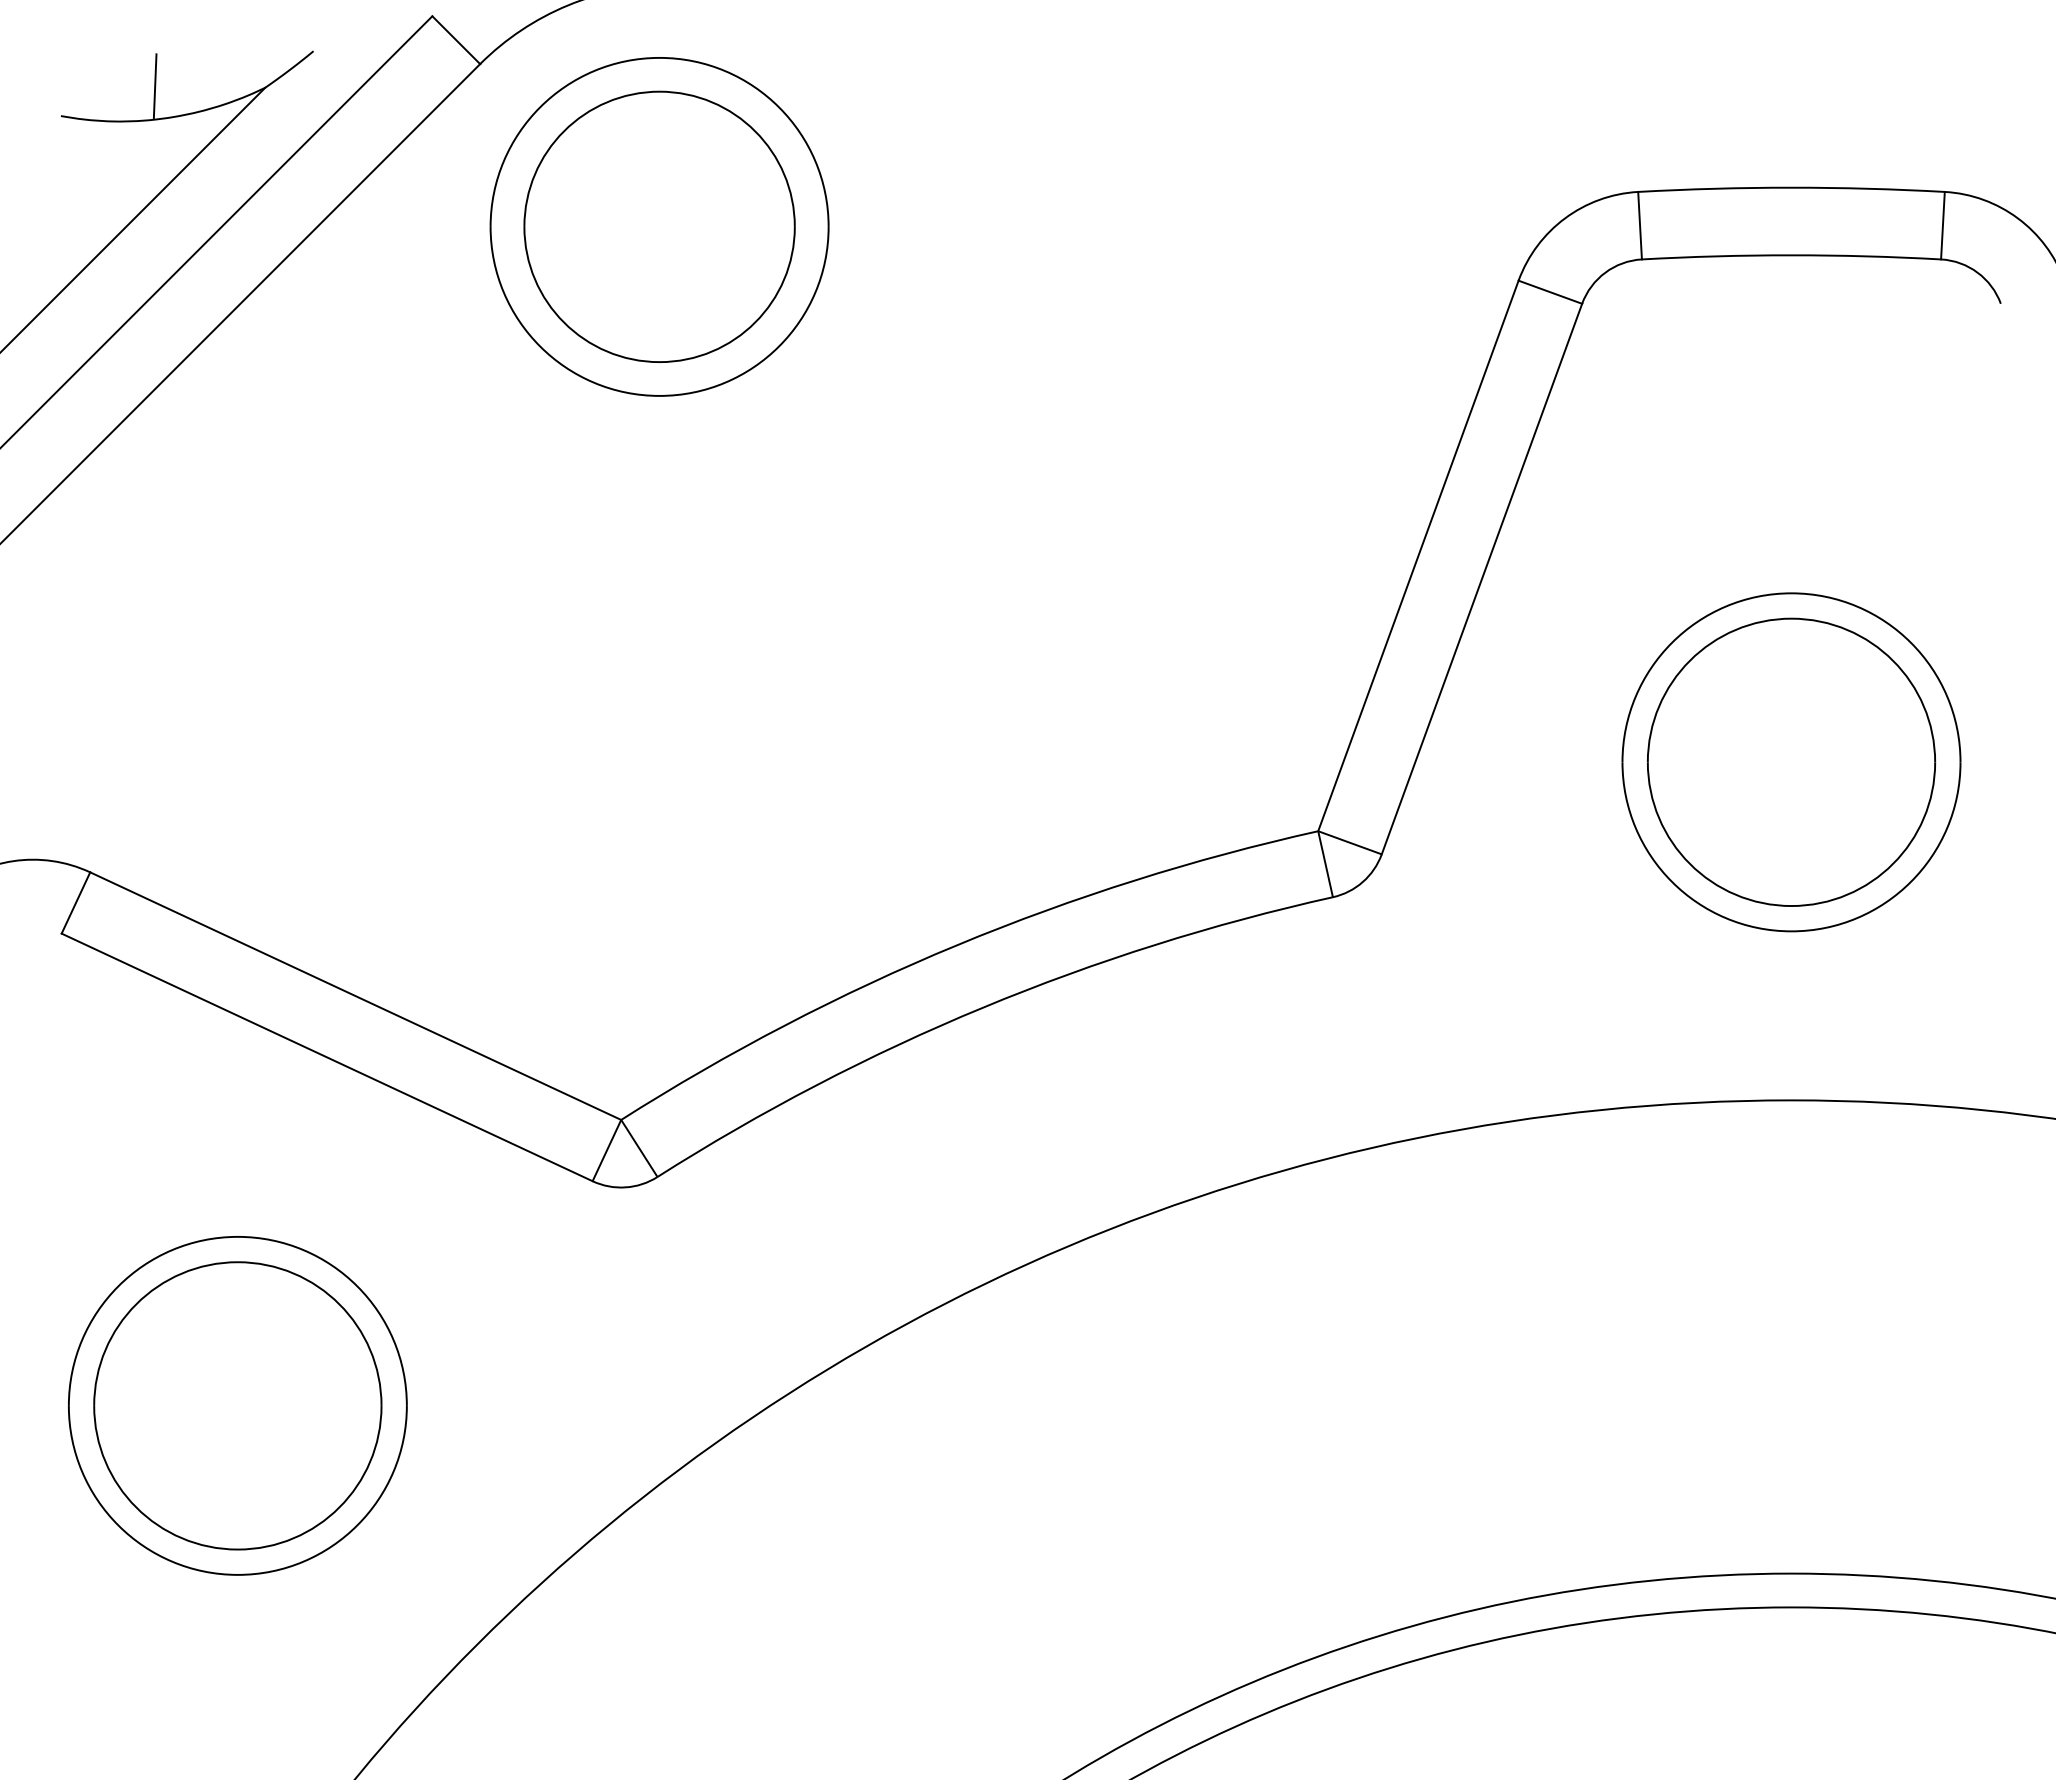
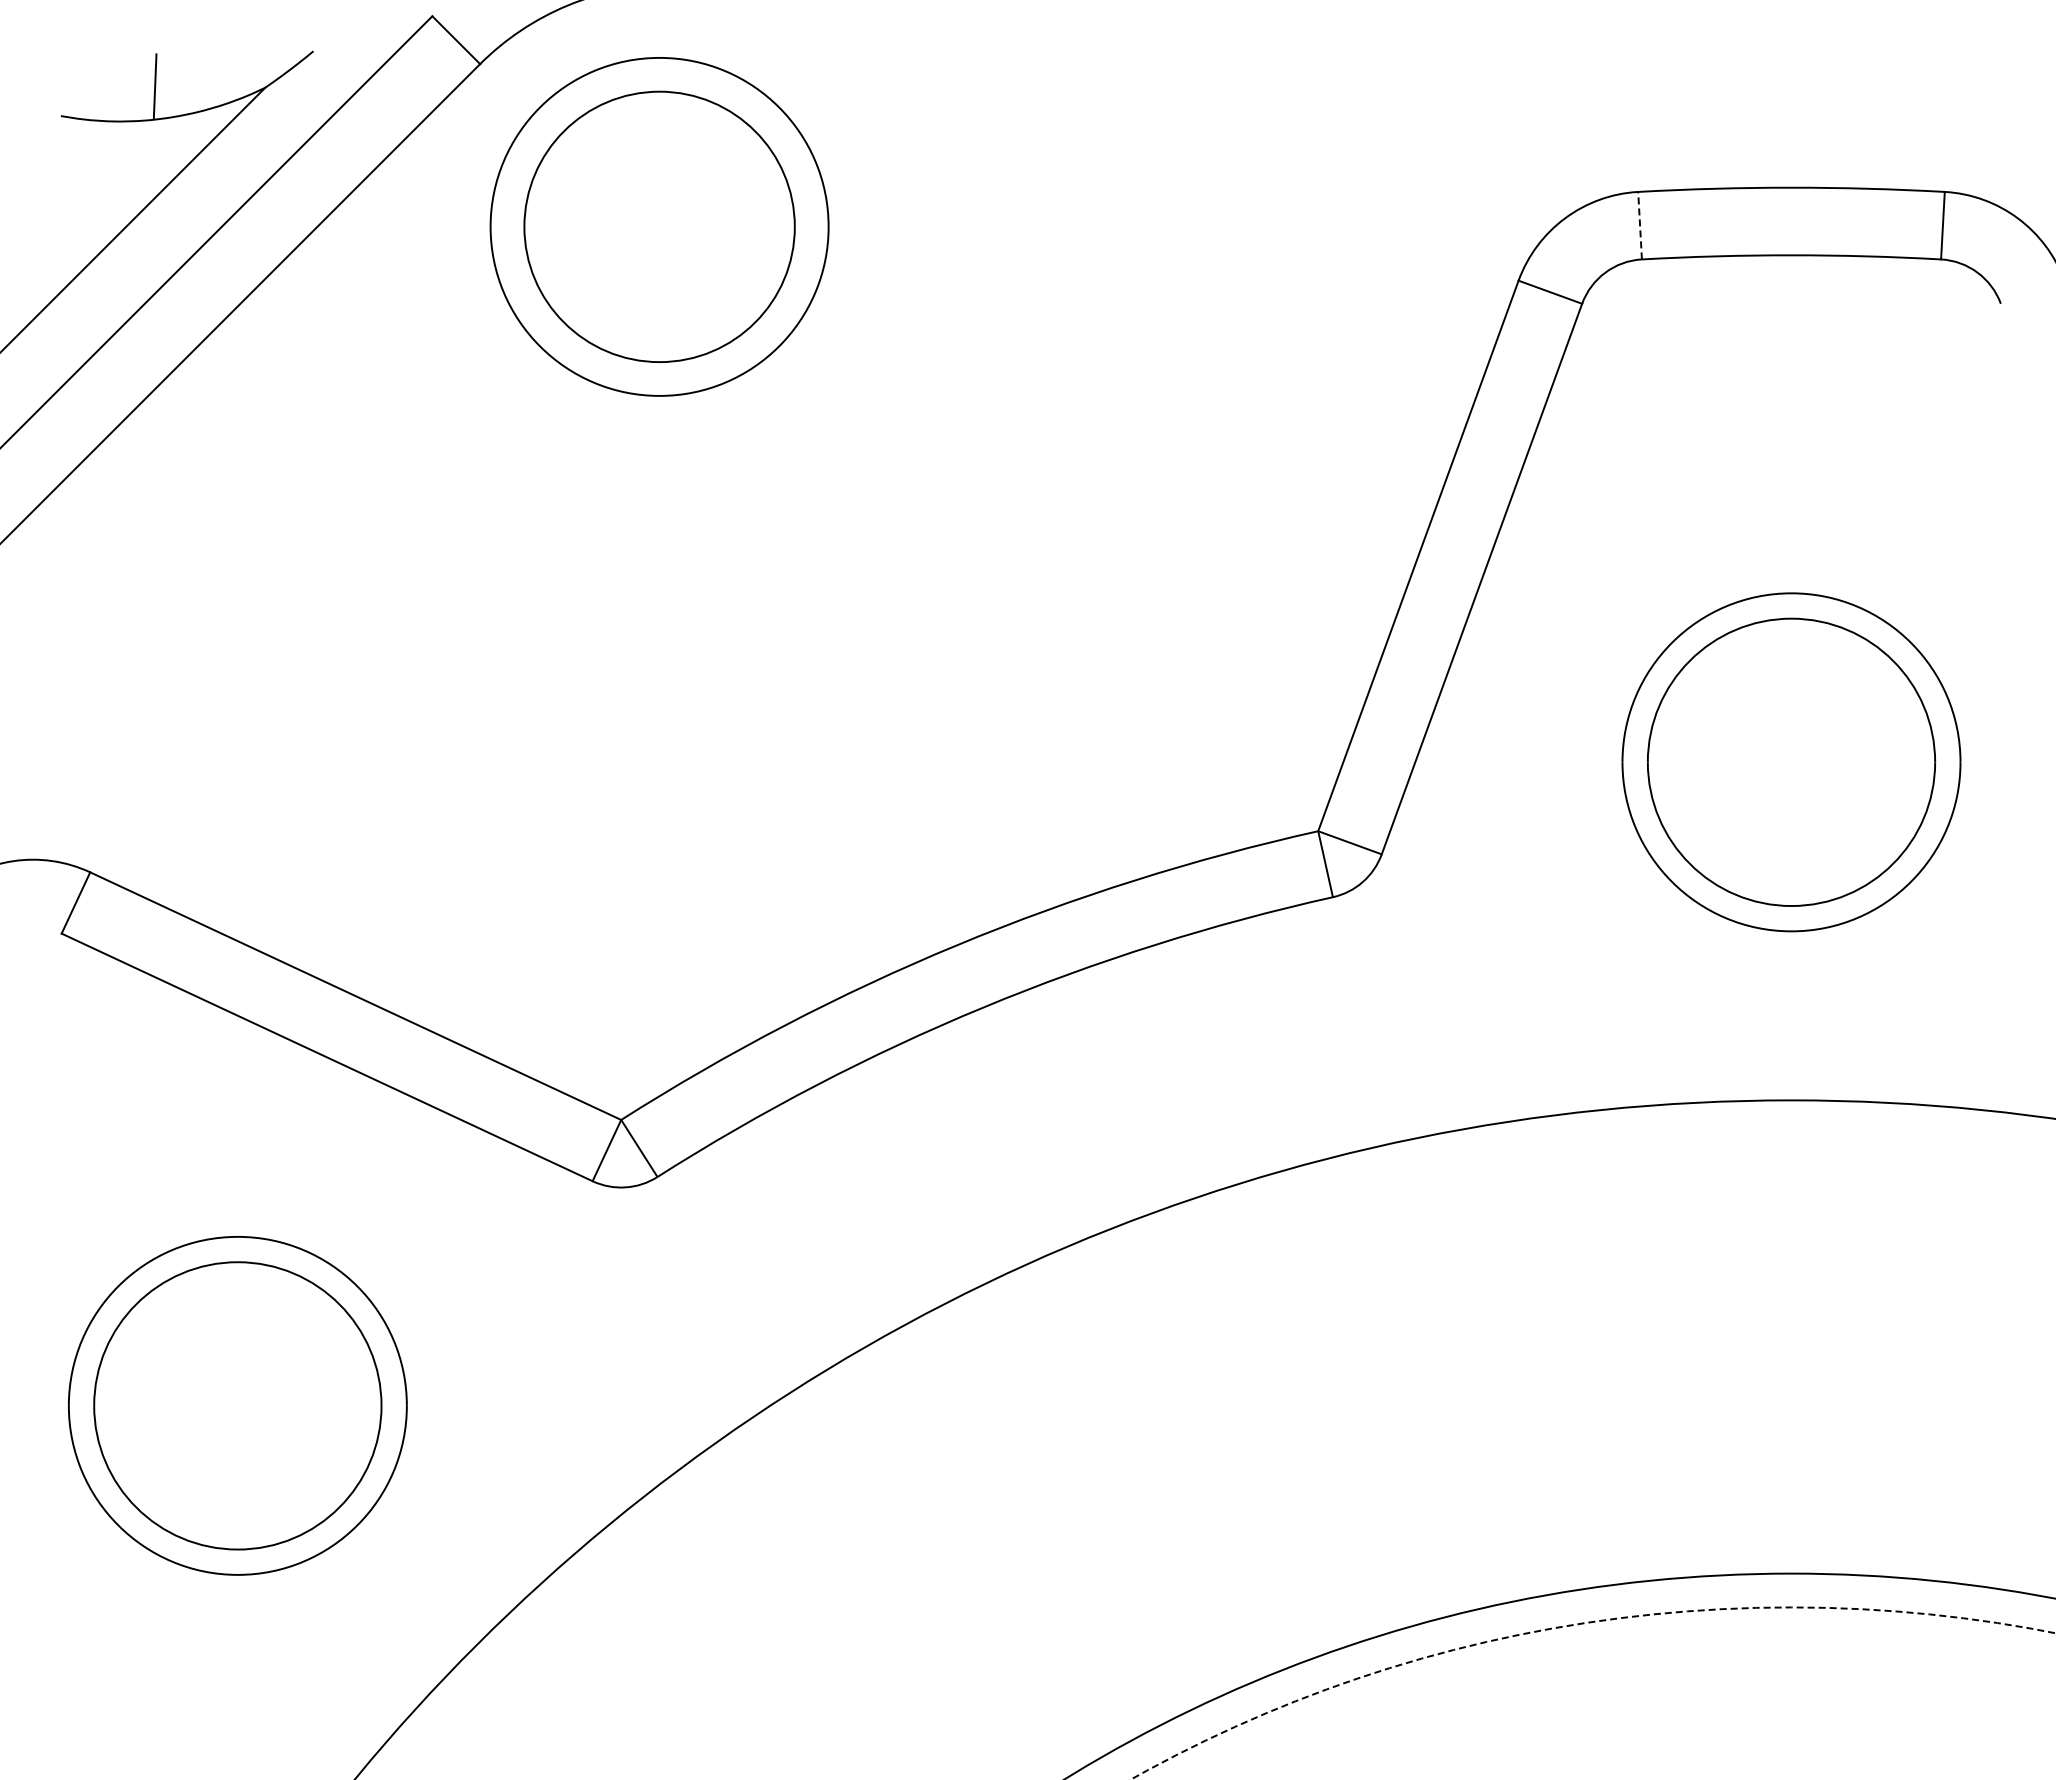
line at (1640, 225): solid -> dashed
arc at (1579, 1623): solid -> dashed
